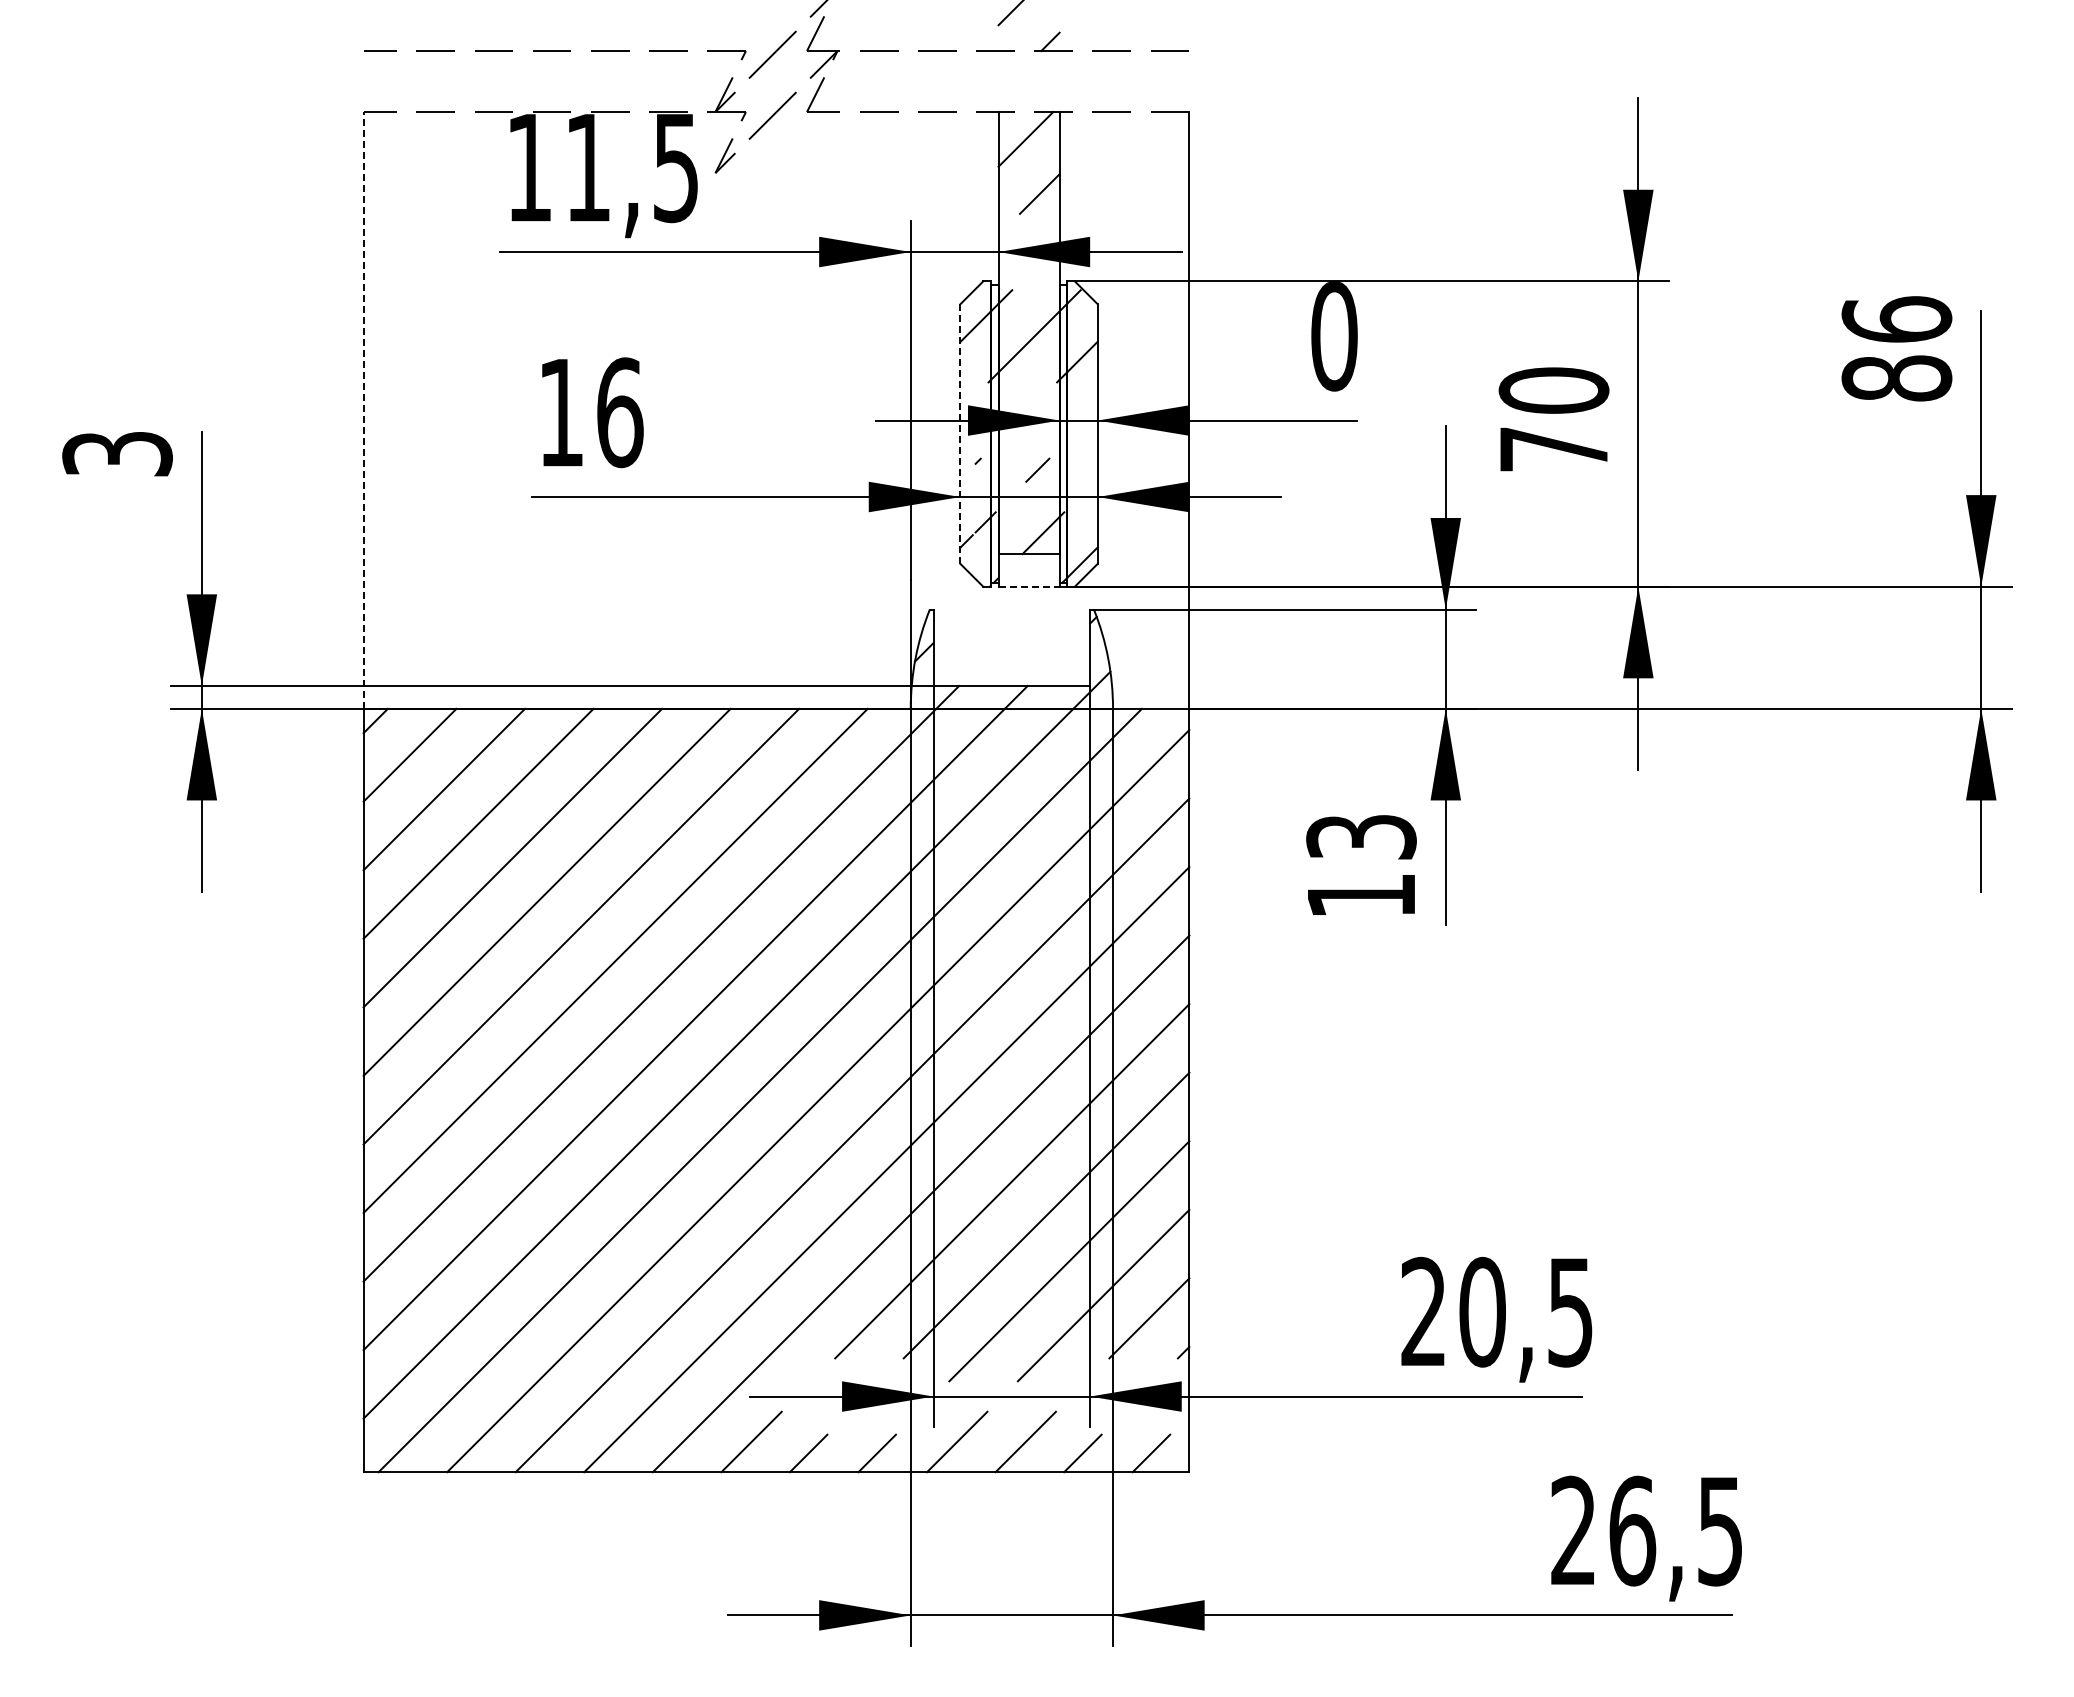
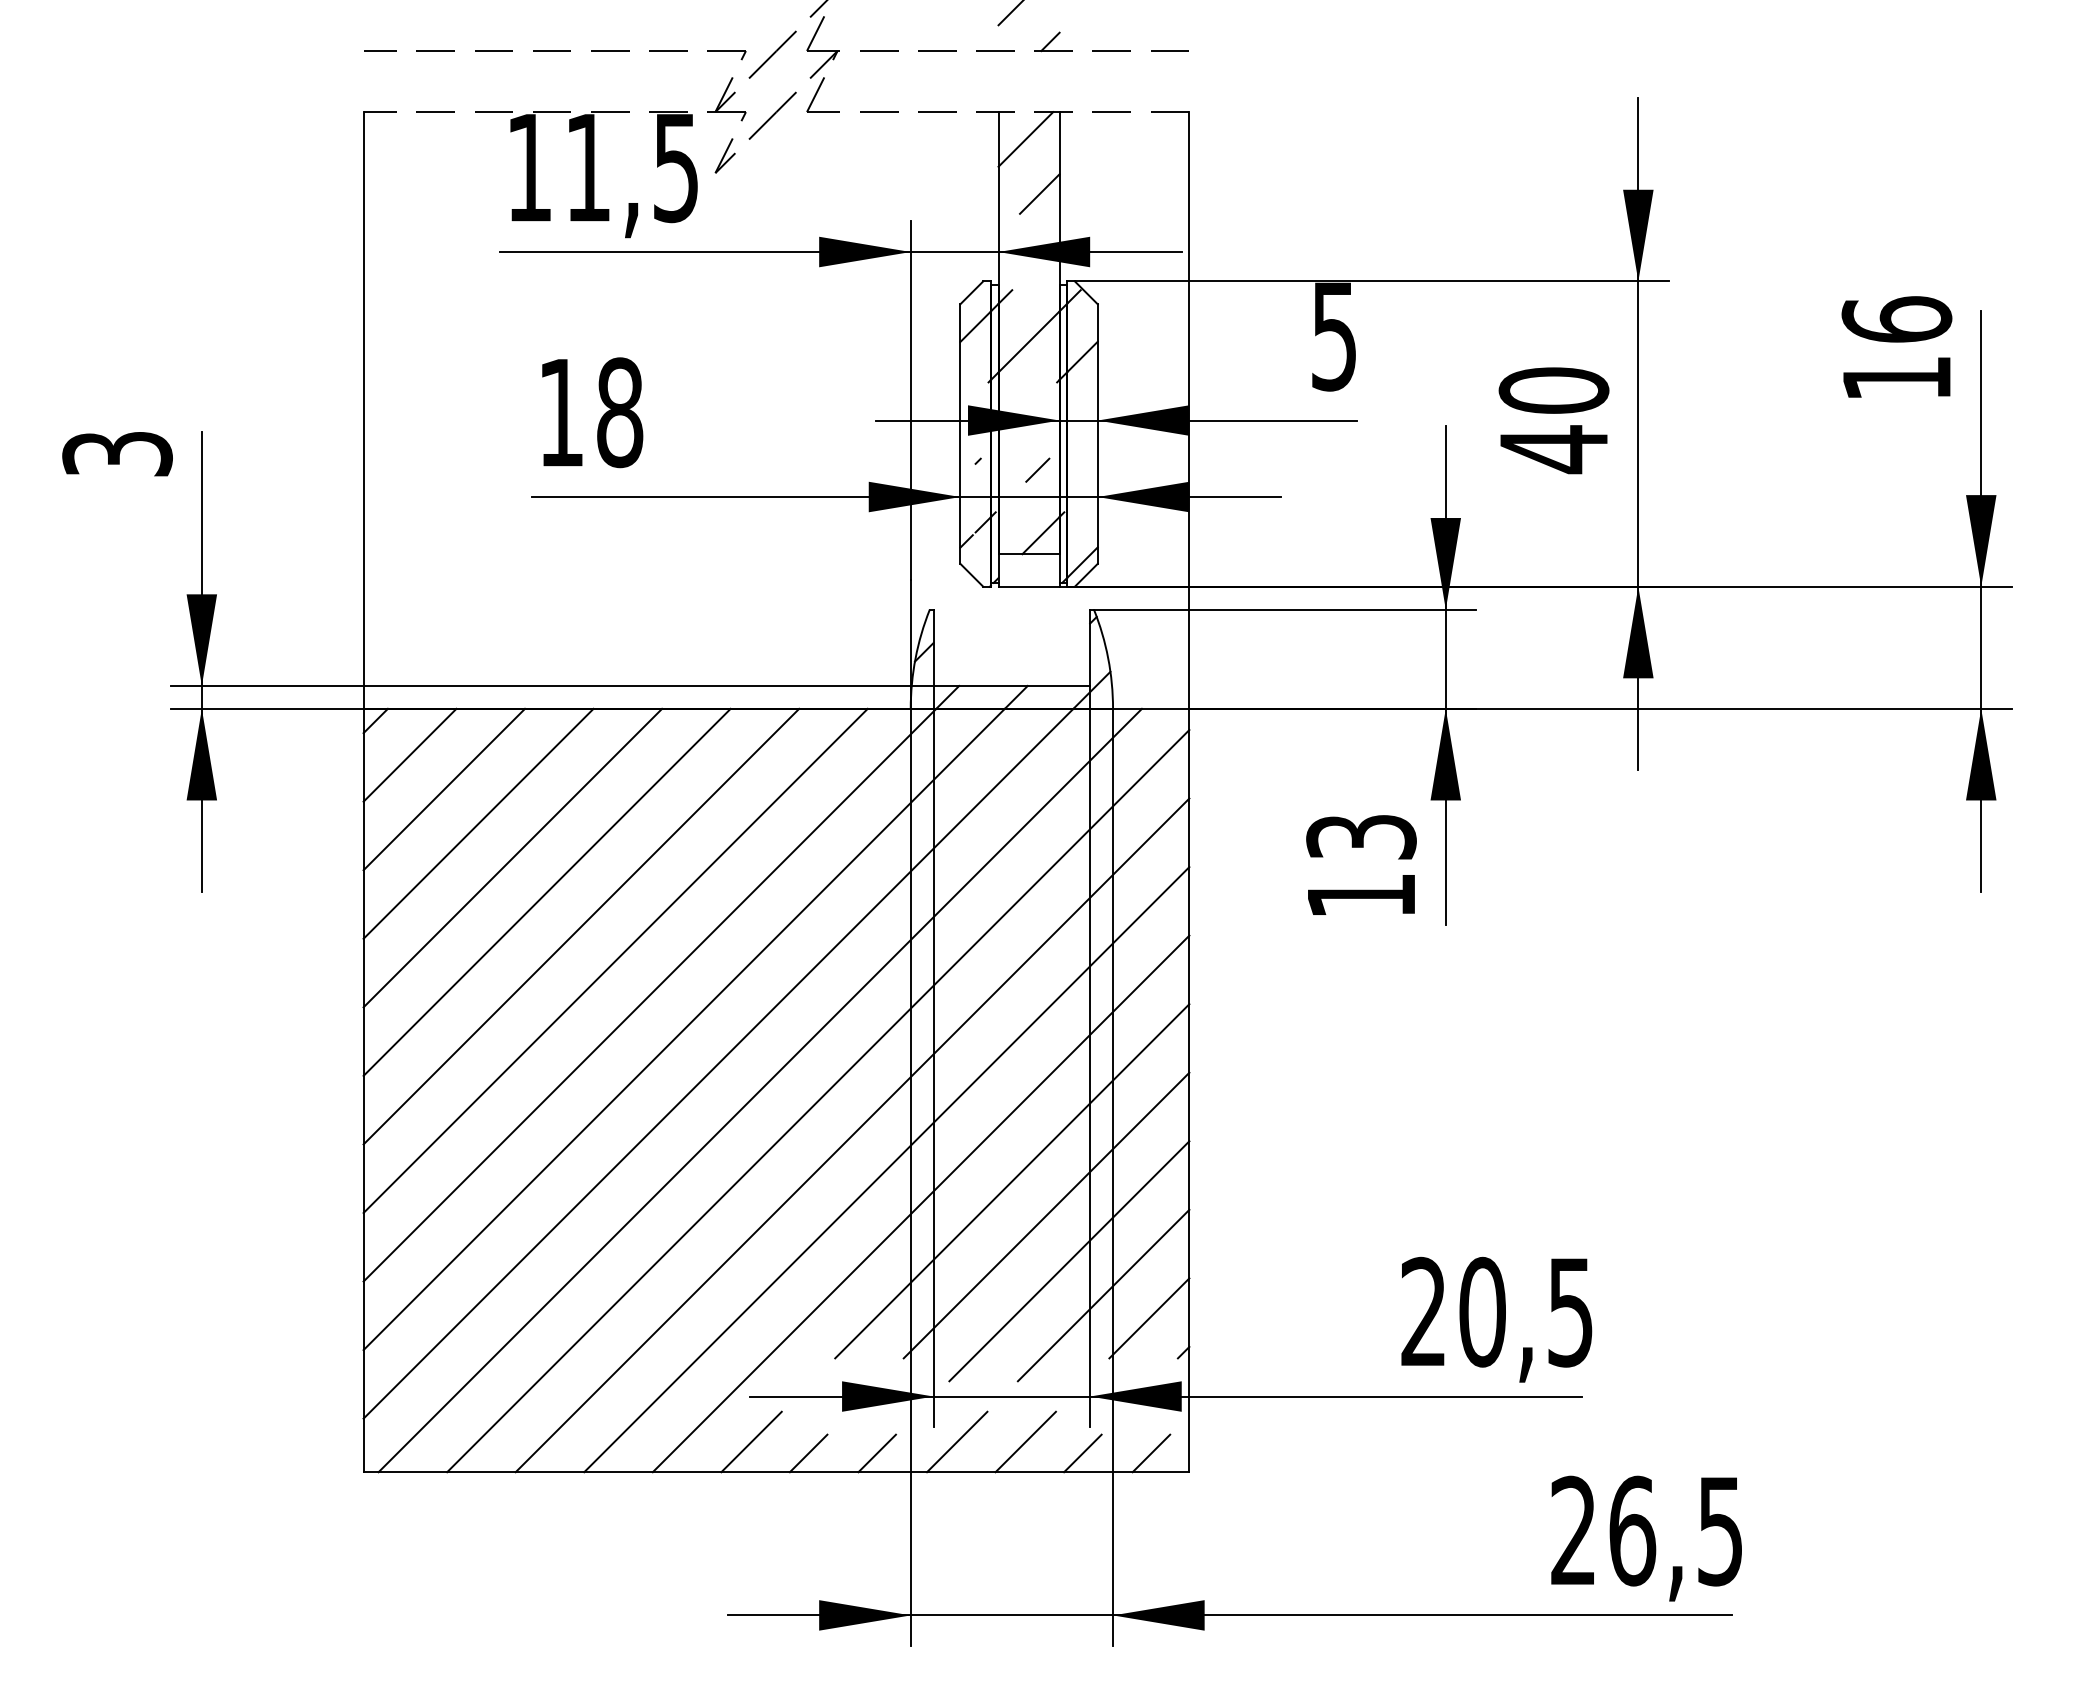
text at (1334, 336): 0 -> 5
text at (1896, 378): 86 -> 16
line at (363, 409): dashed -> solid
text at (620, 412): 16 -> 18
line at (960, 434): dashed -> solid
text at (1553, 449): 70 -> 40
line at (1029, 586): dashed -> solid
